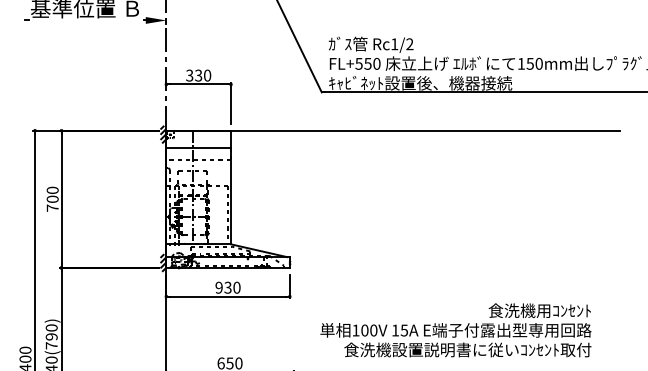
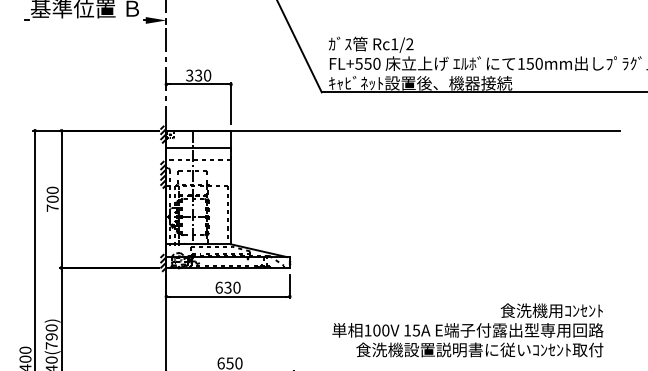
hatch at (163, 174): none -> present
text at (218, 287): 930 -> 630
text at (455, 330) position: (455, 330) -> (467, 330)
